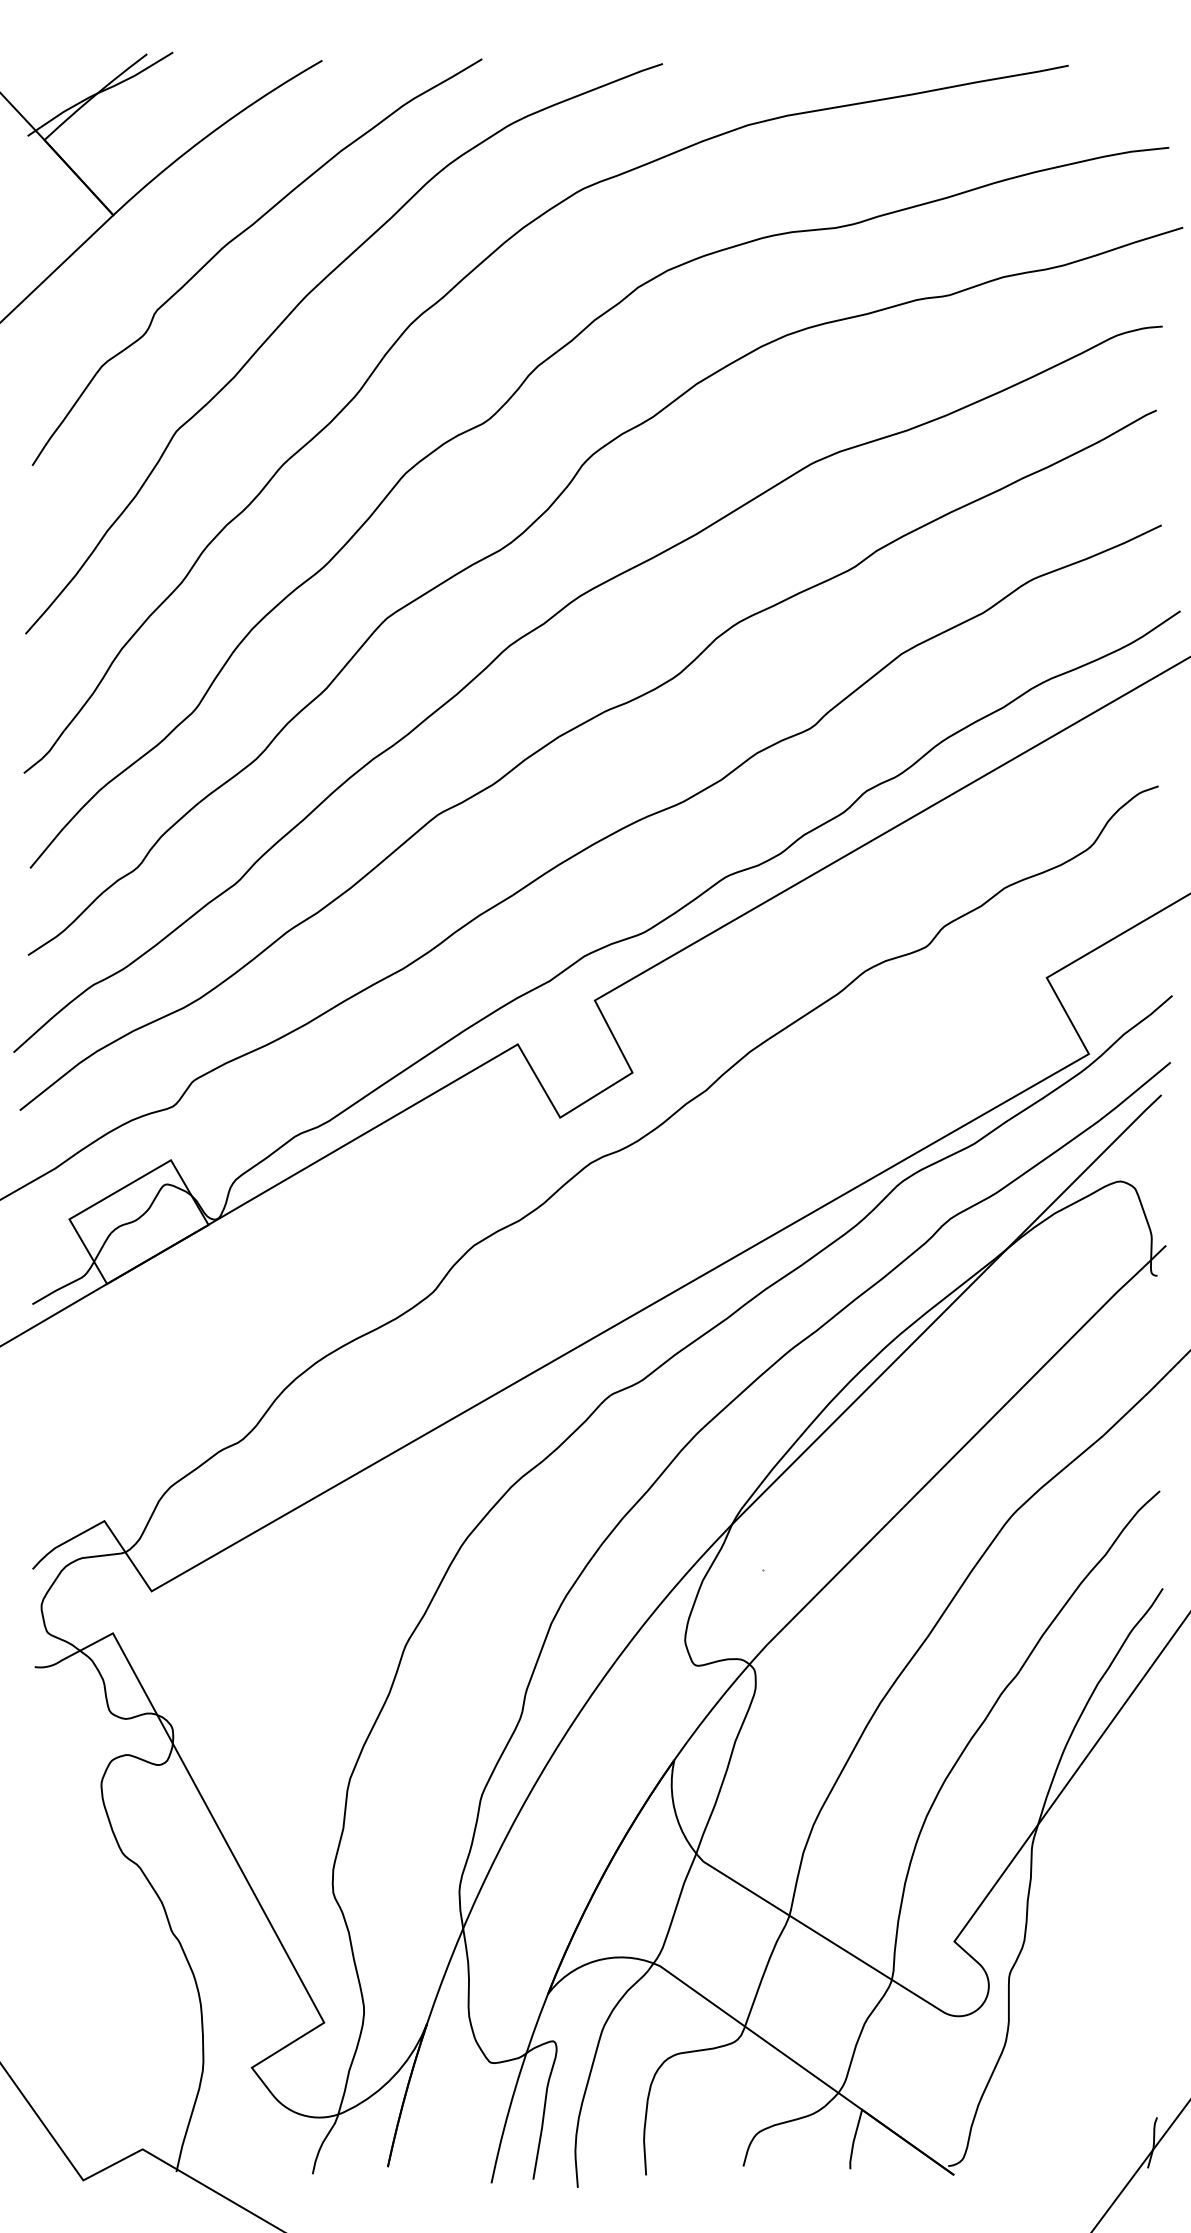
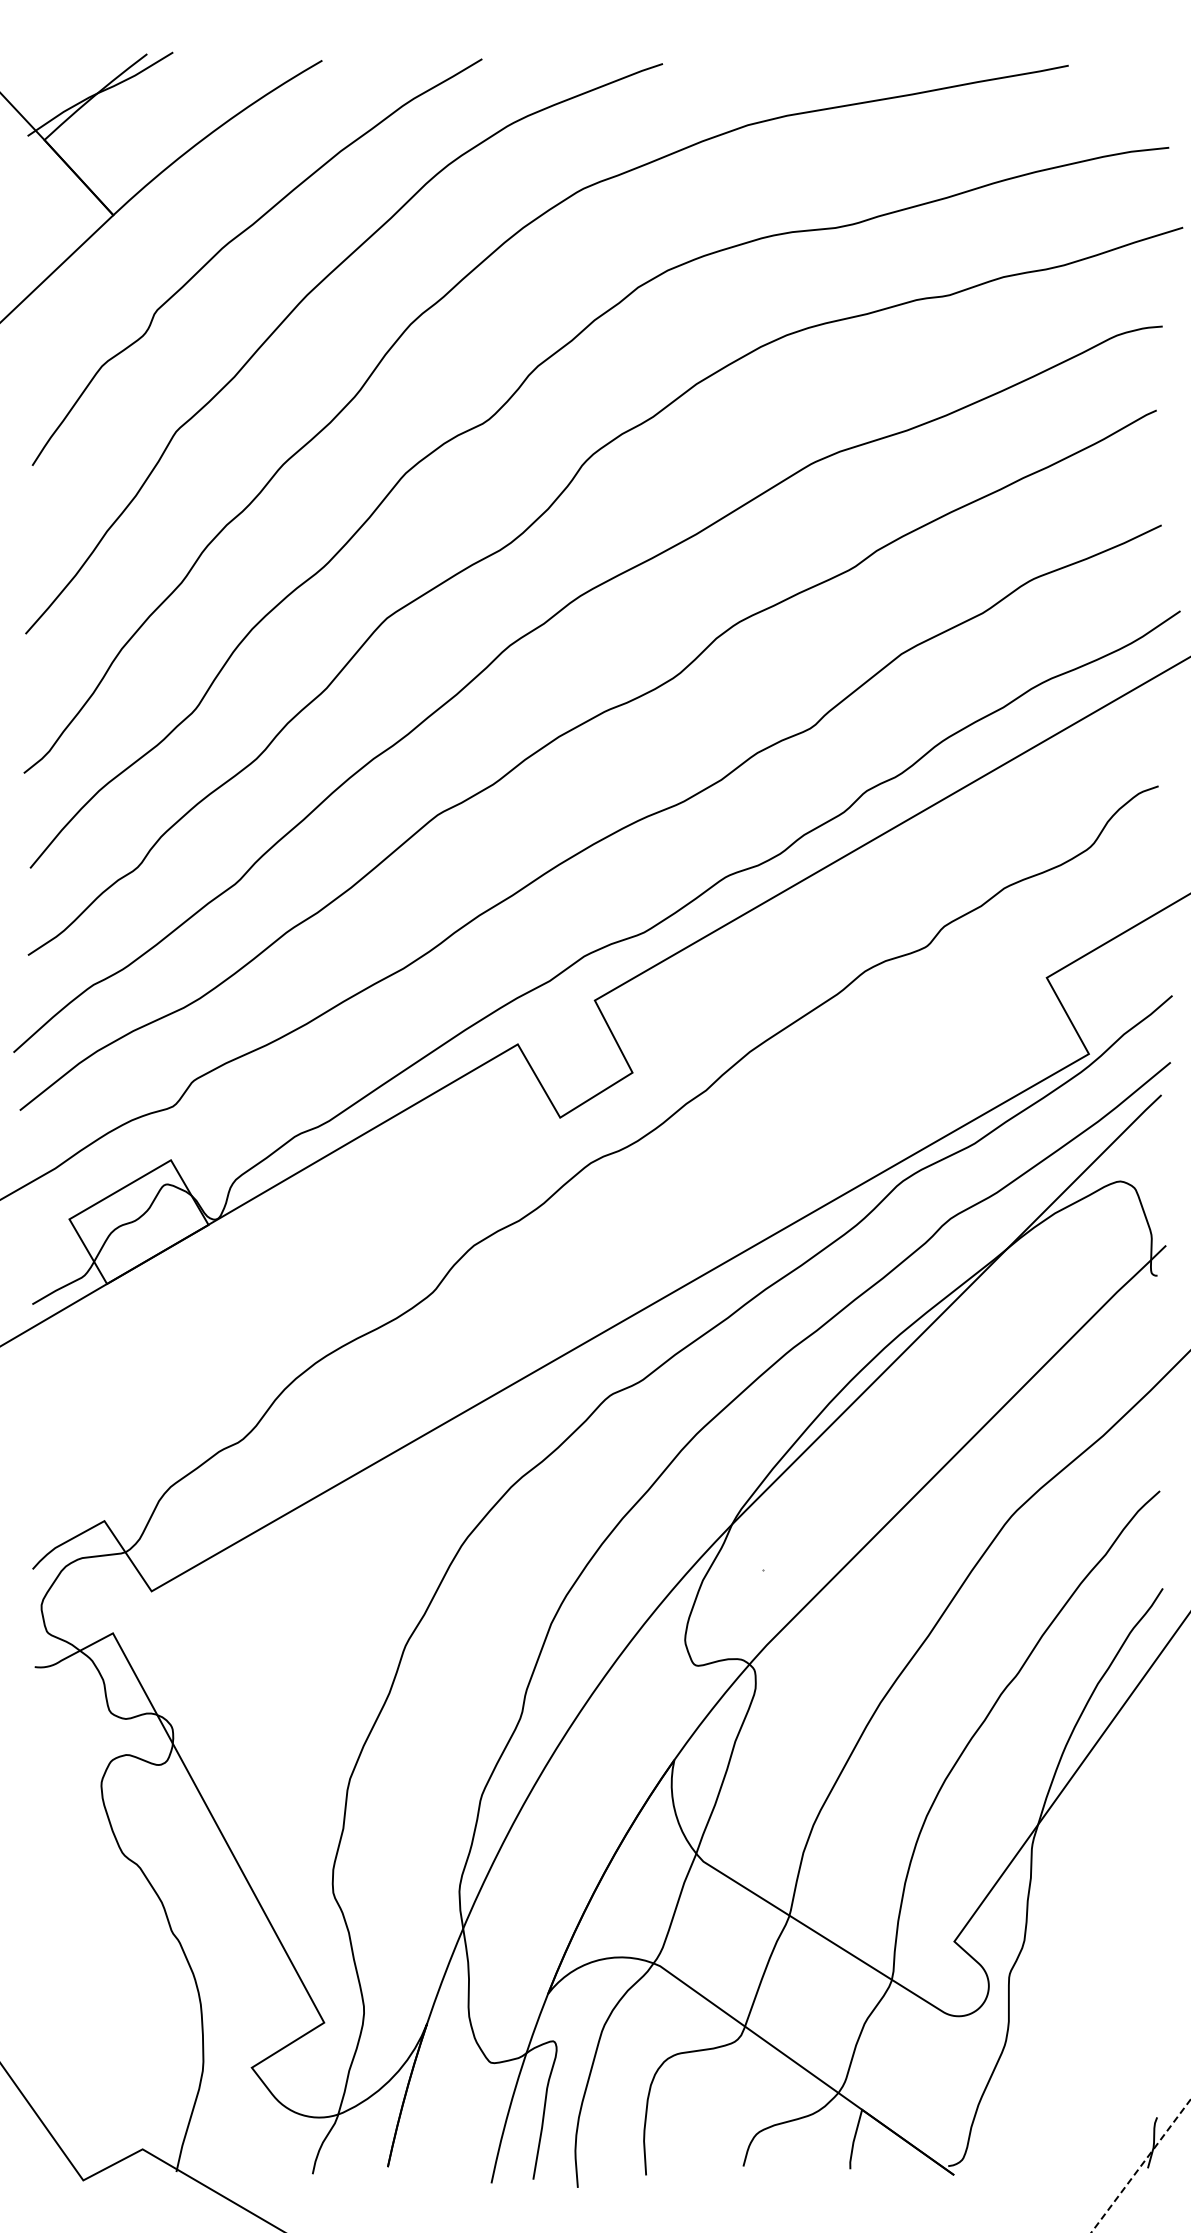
line at (1141, 2166): solid -> dashed
